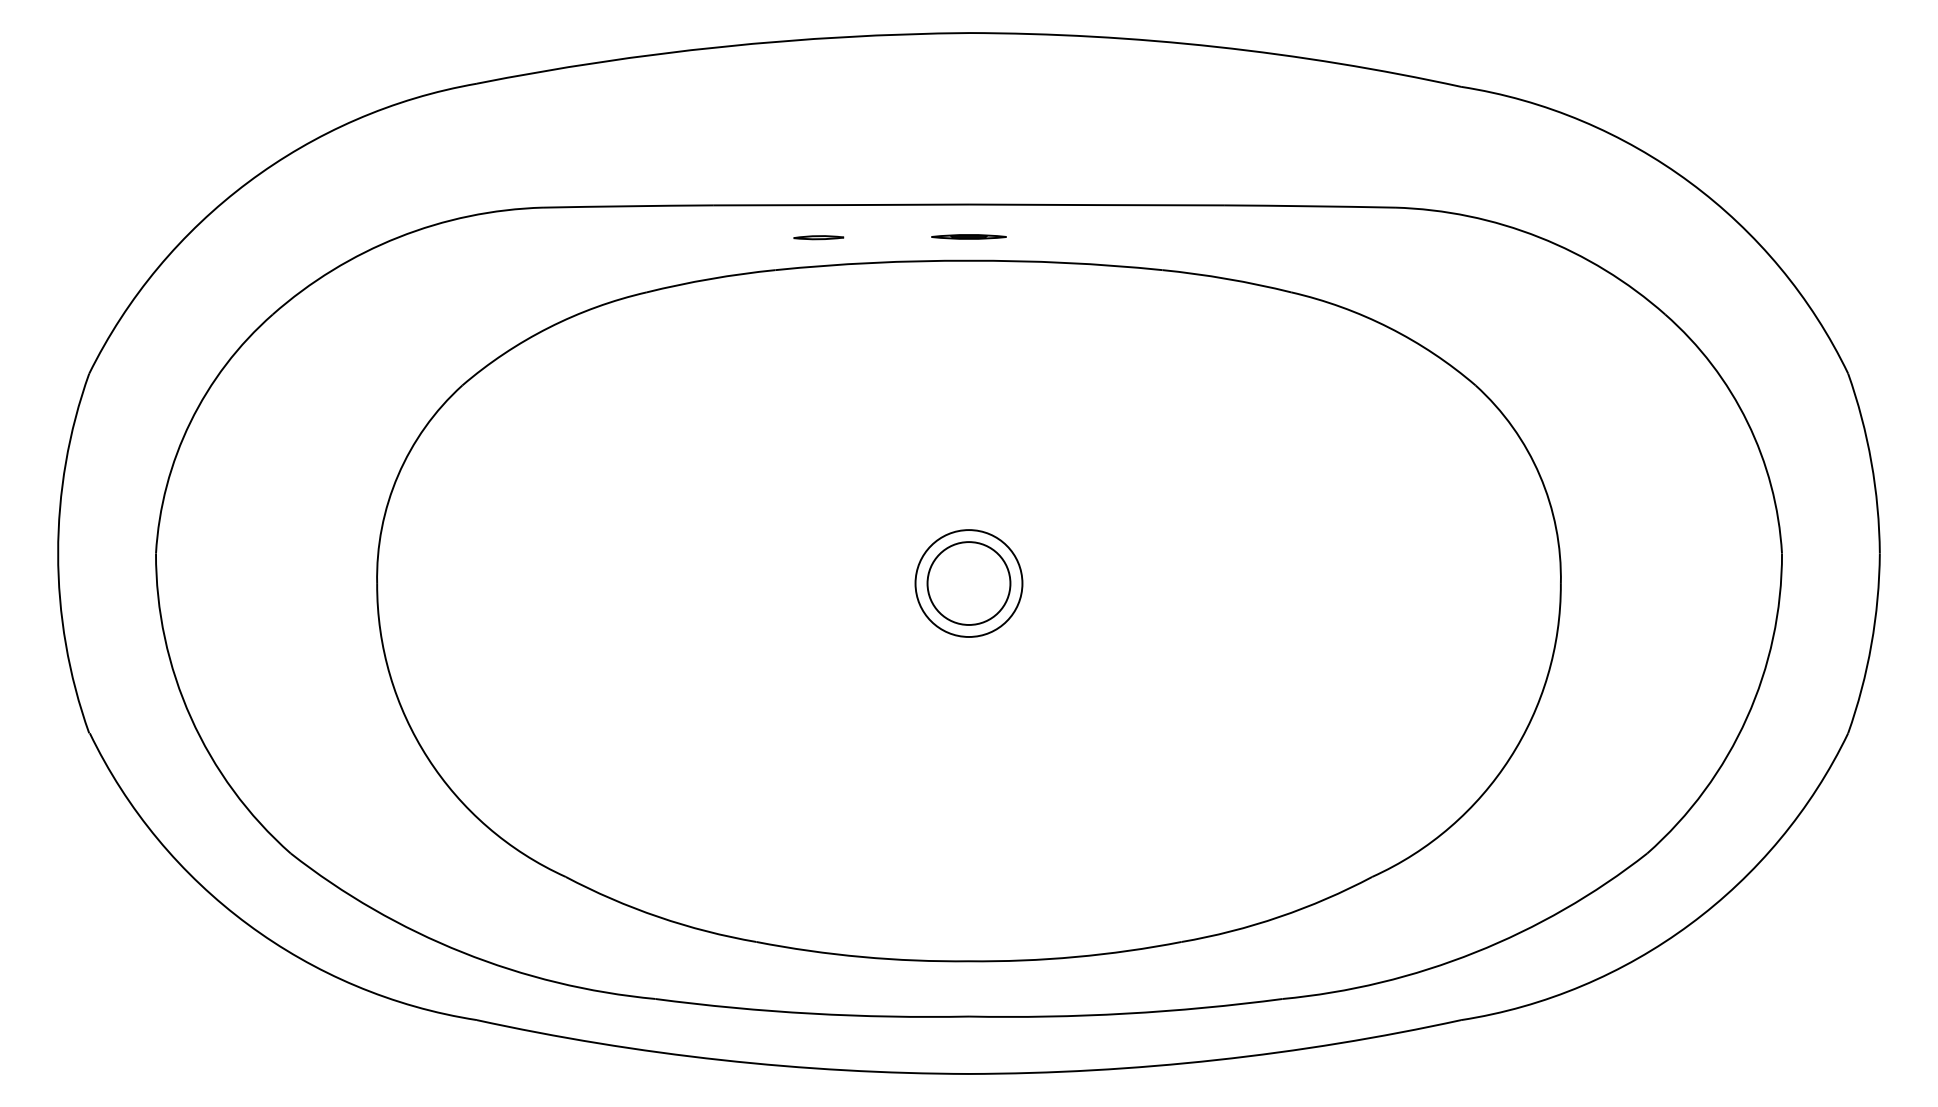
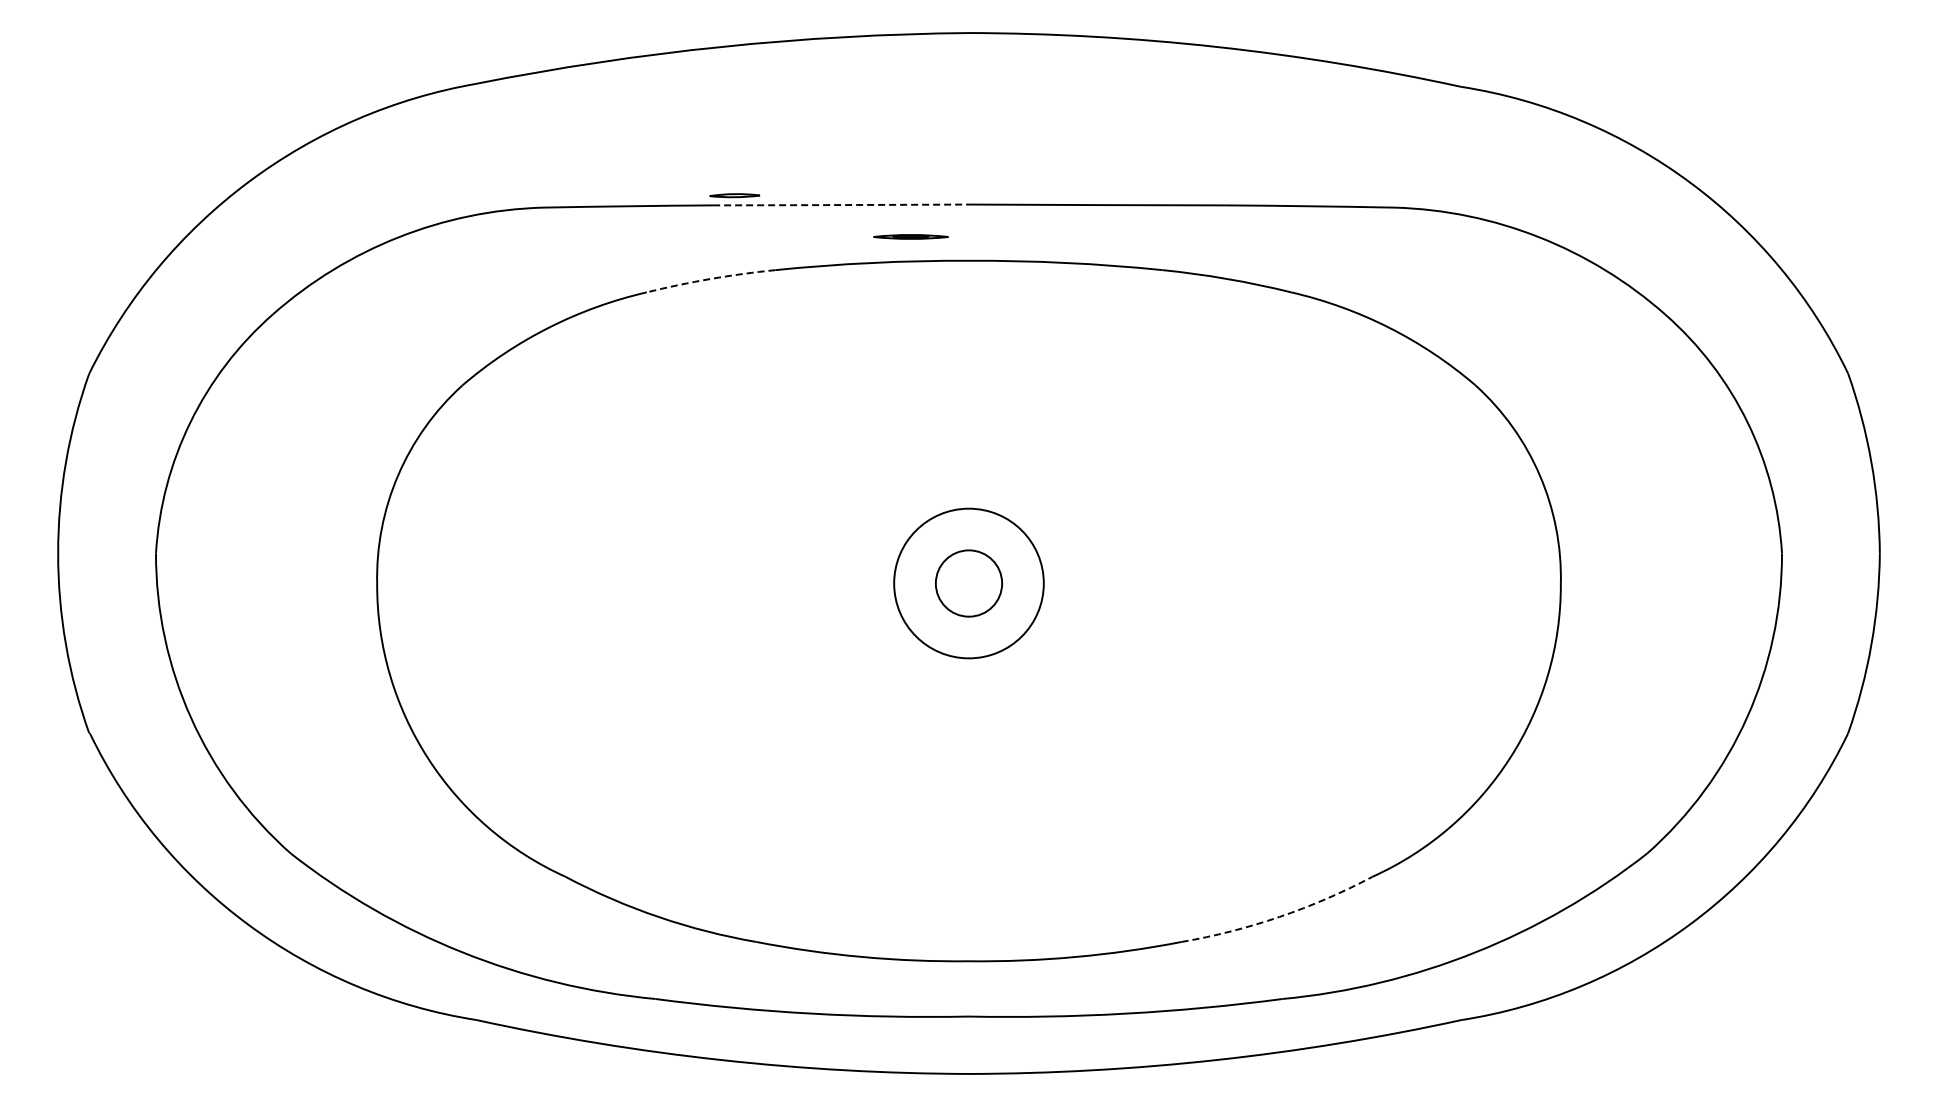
arc at (841, 205): solid -> dashed
part at (968, 236) position: (968, 236) -> (910, 236)
part at (818, 237) position: (818, 237) -> (734, 195)
arc at (710, 278): solid -> dashed
circle at (968, 583) diameter: 107 px -> 150 px
circle at (968, 583) diameter: 83 px -> 66 px
arc at (1279, 916): solid -> dashed
